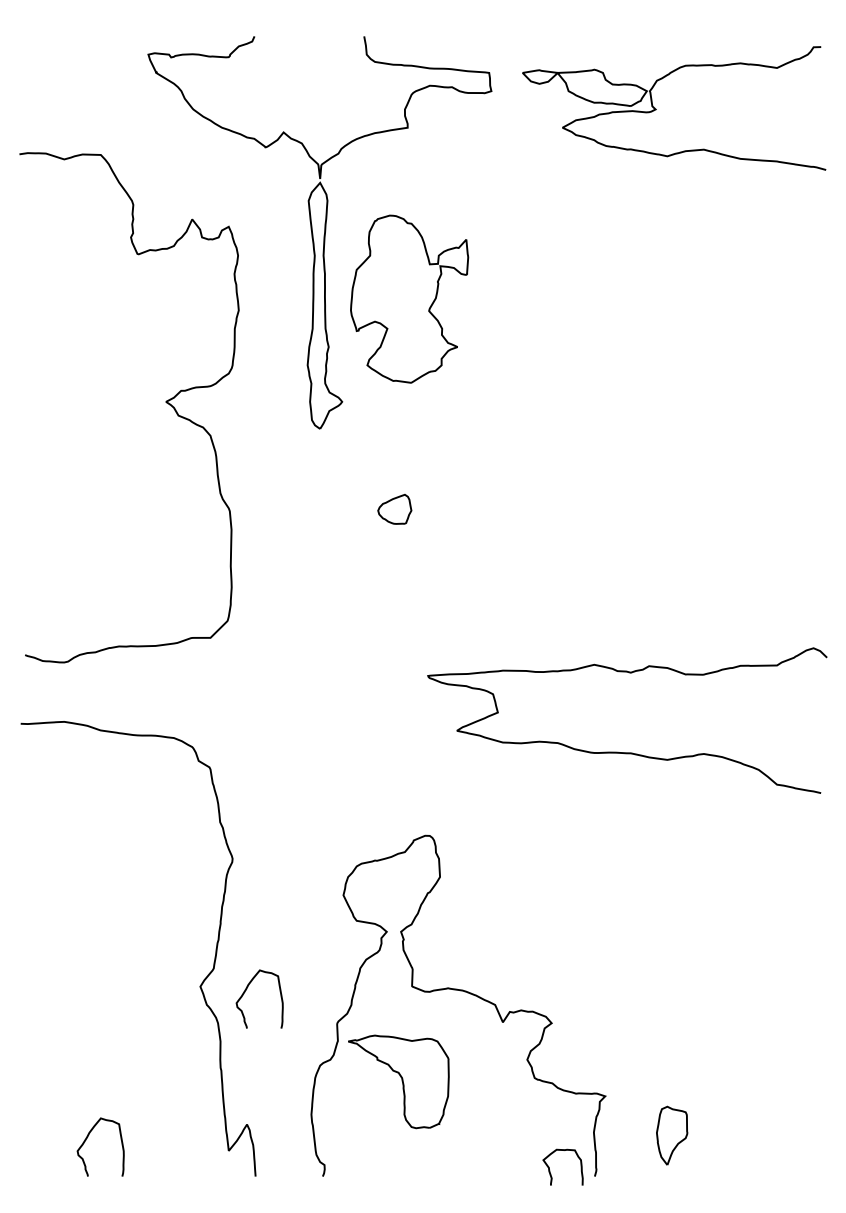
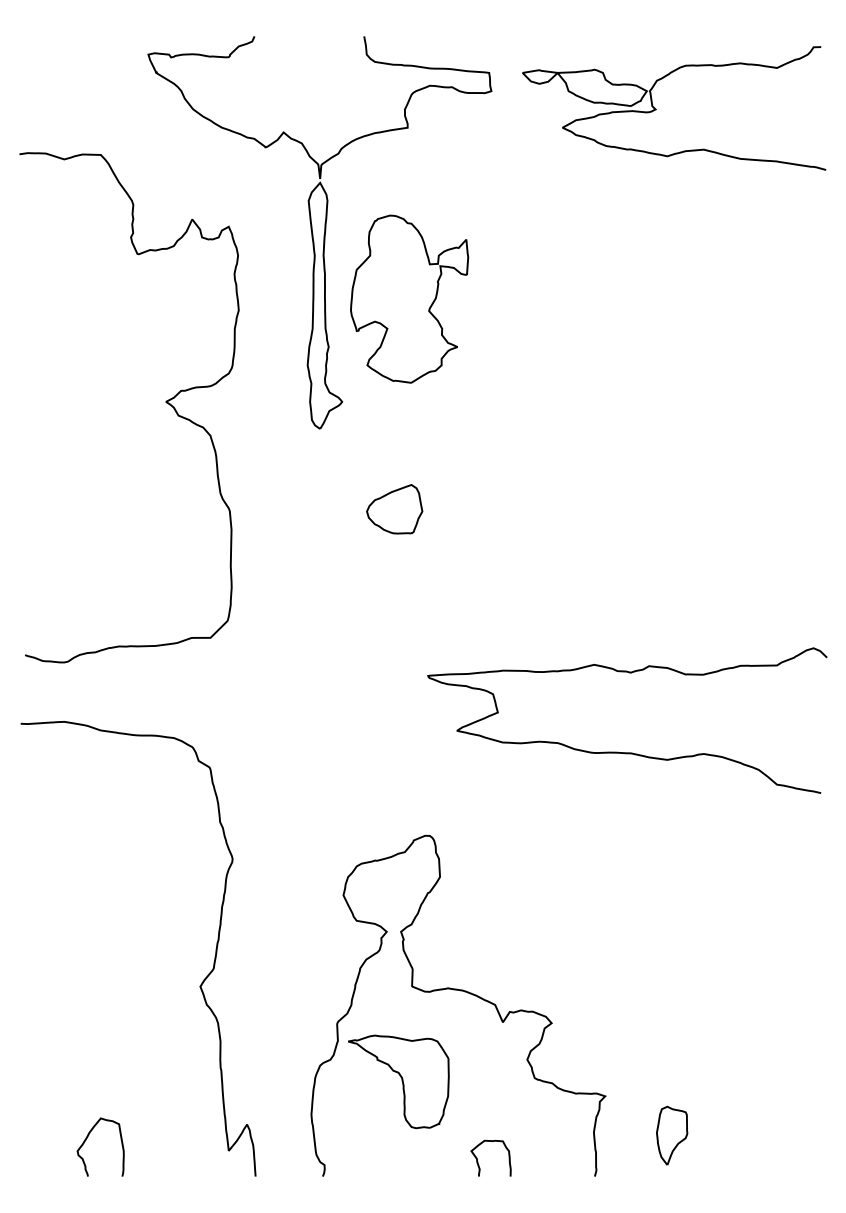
part at (394, 509) size: 36x31 px -> 58x51 px
curve at (247, 989): present -> none
curve at (550, 1170) position: (550, 1170) -> (478, 1161)
